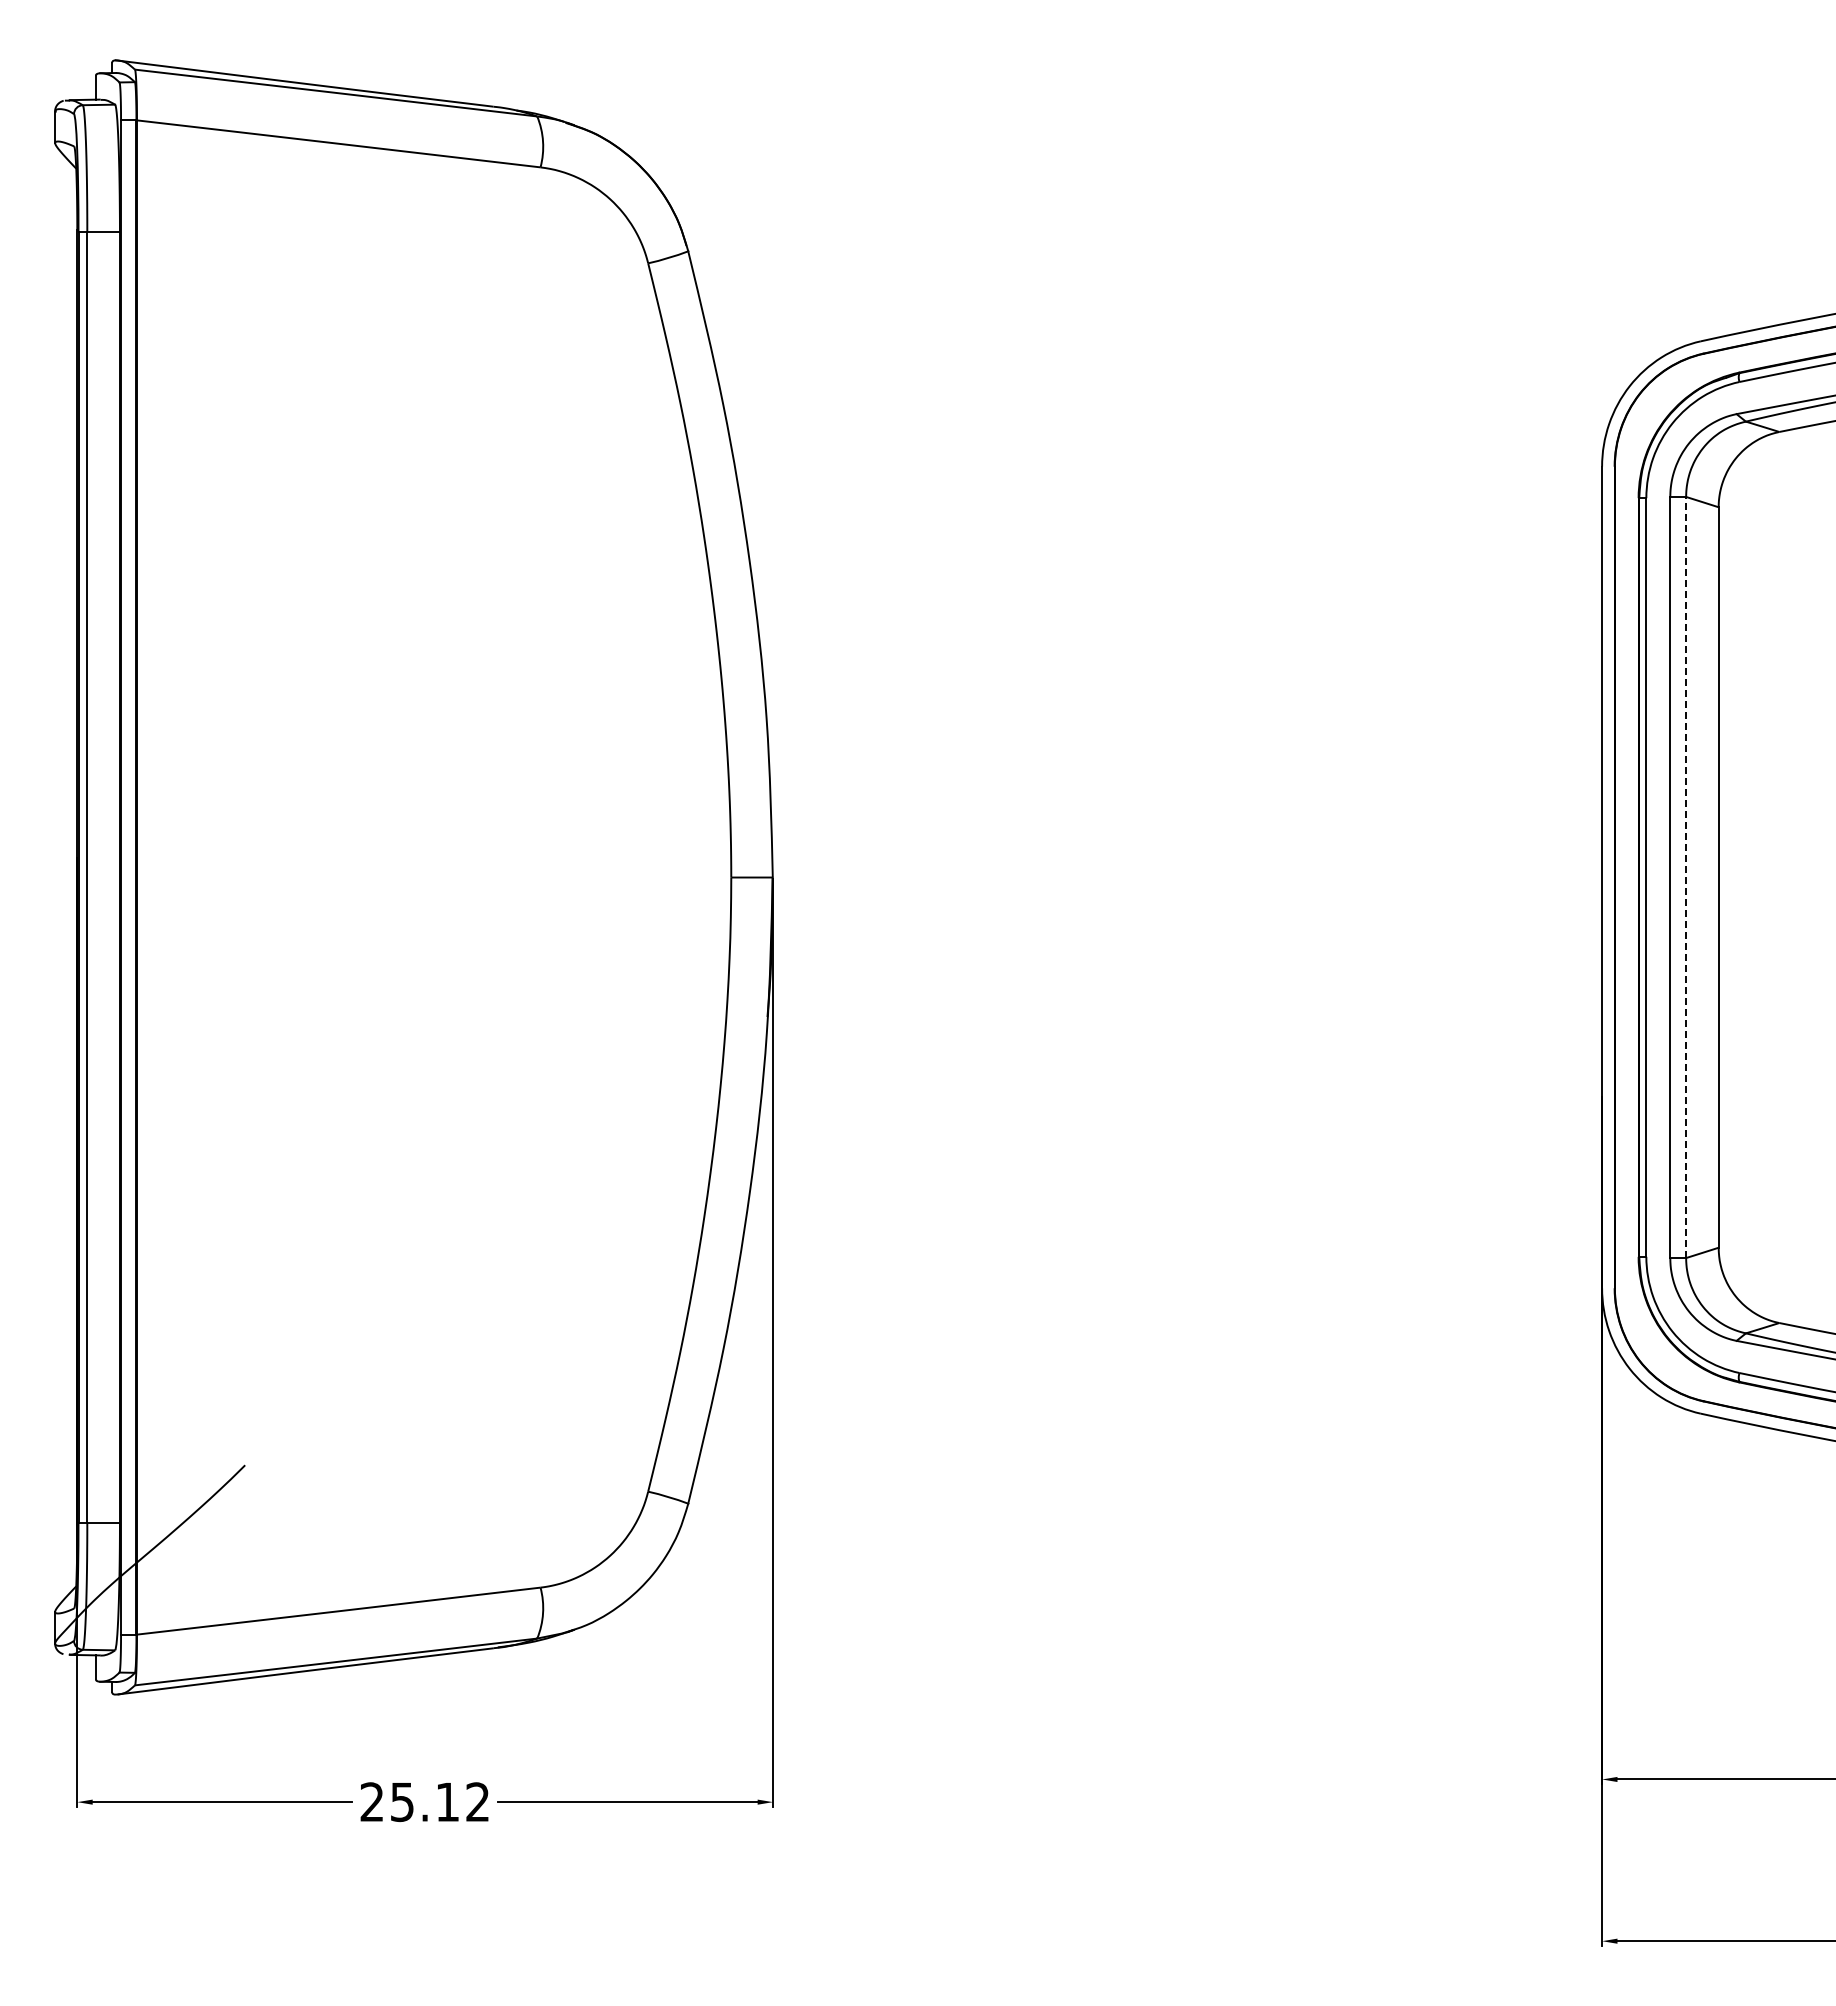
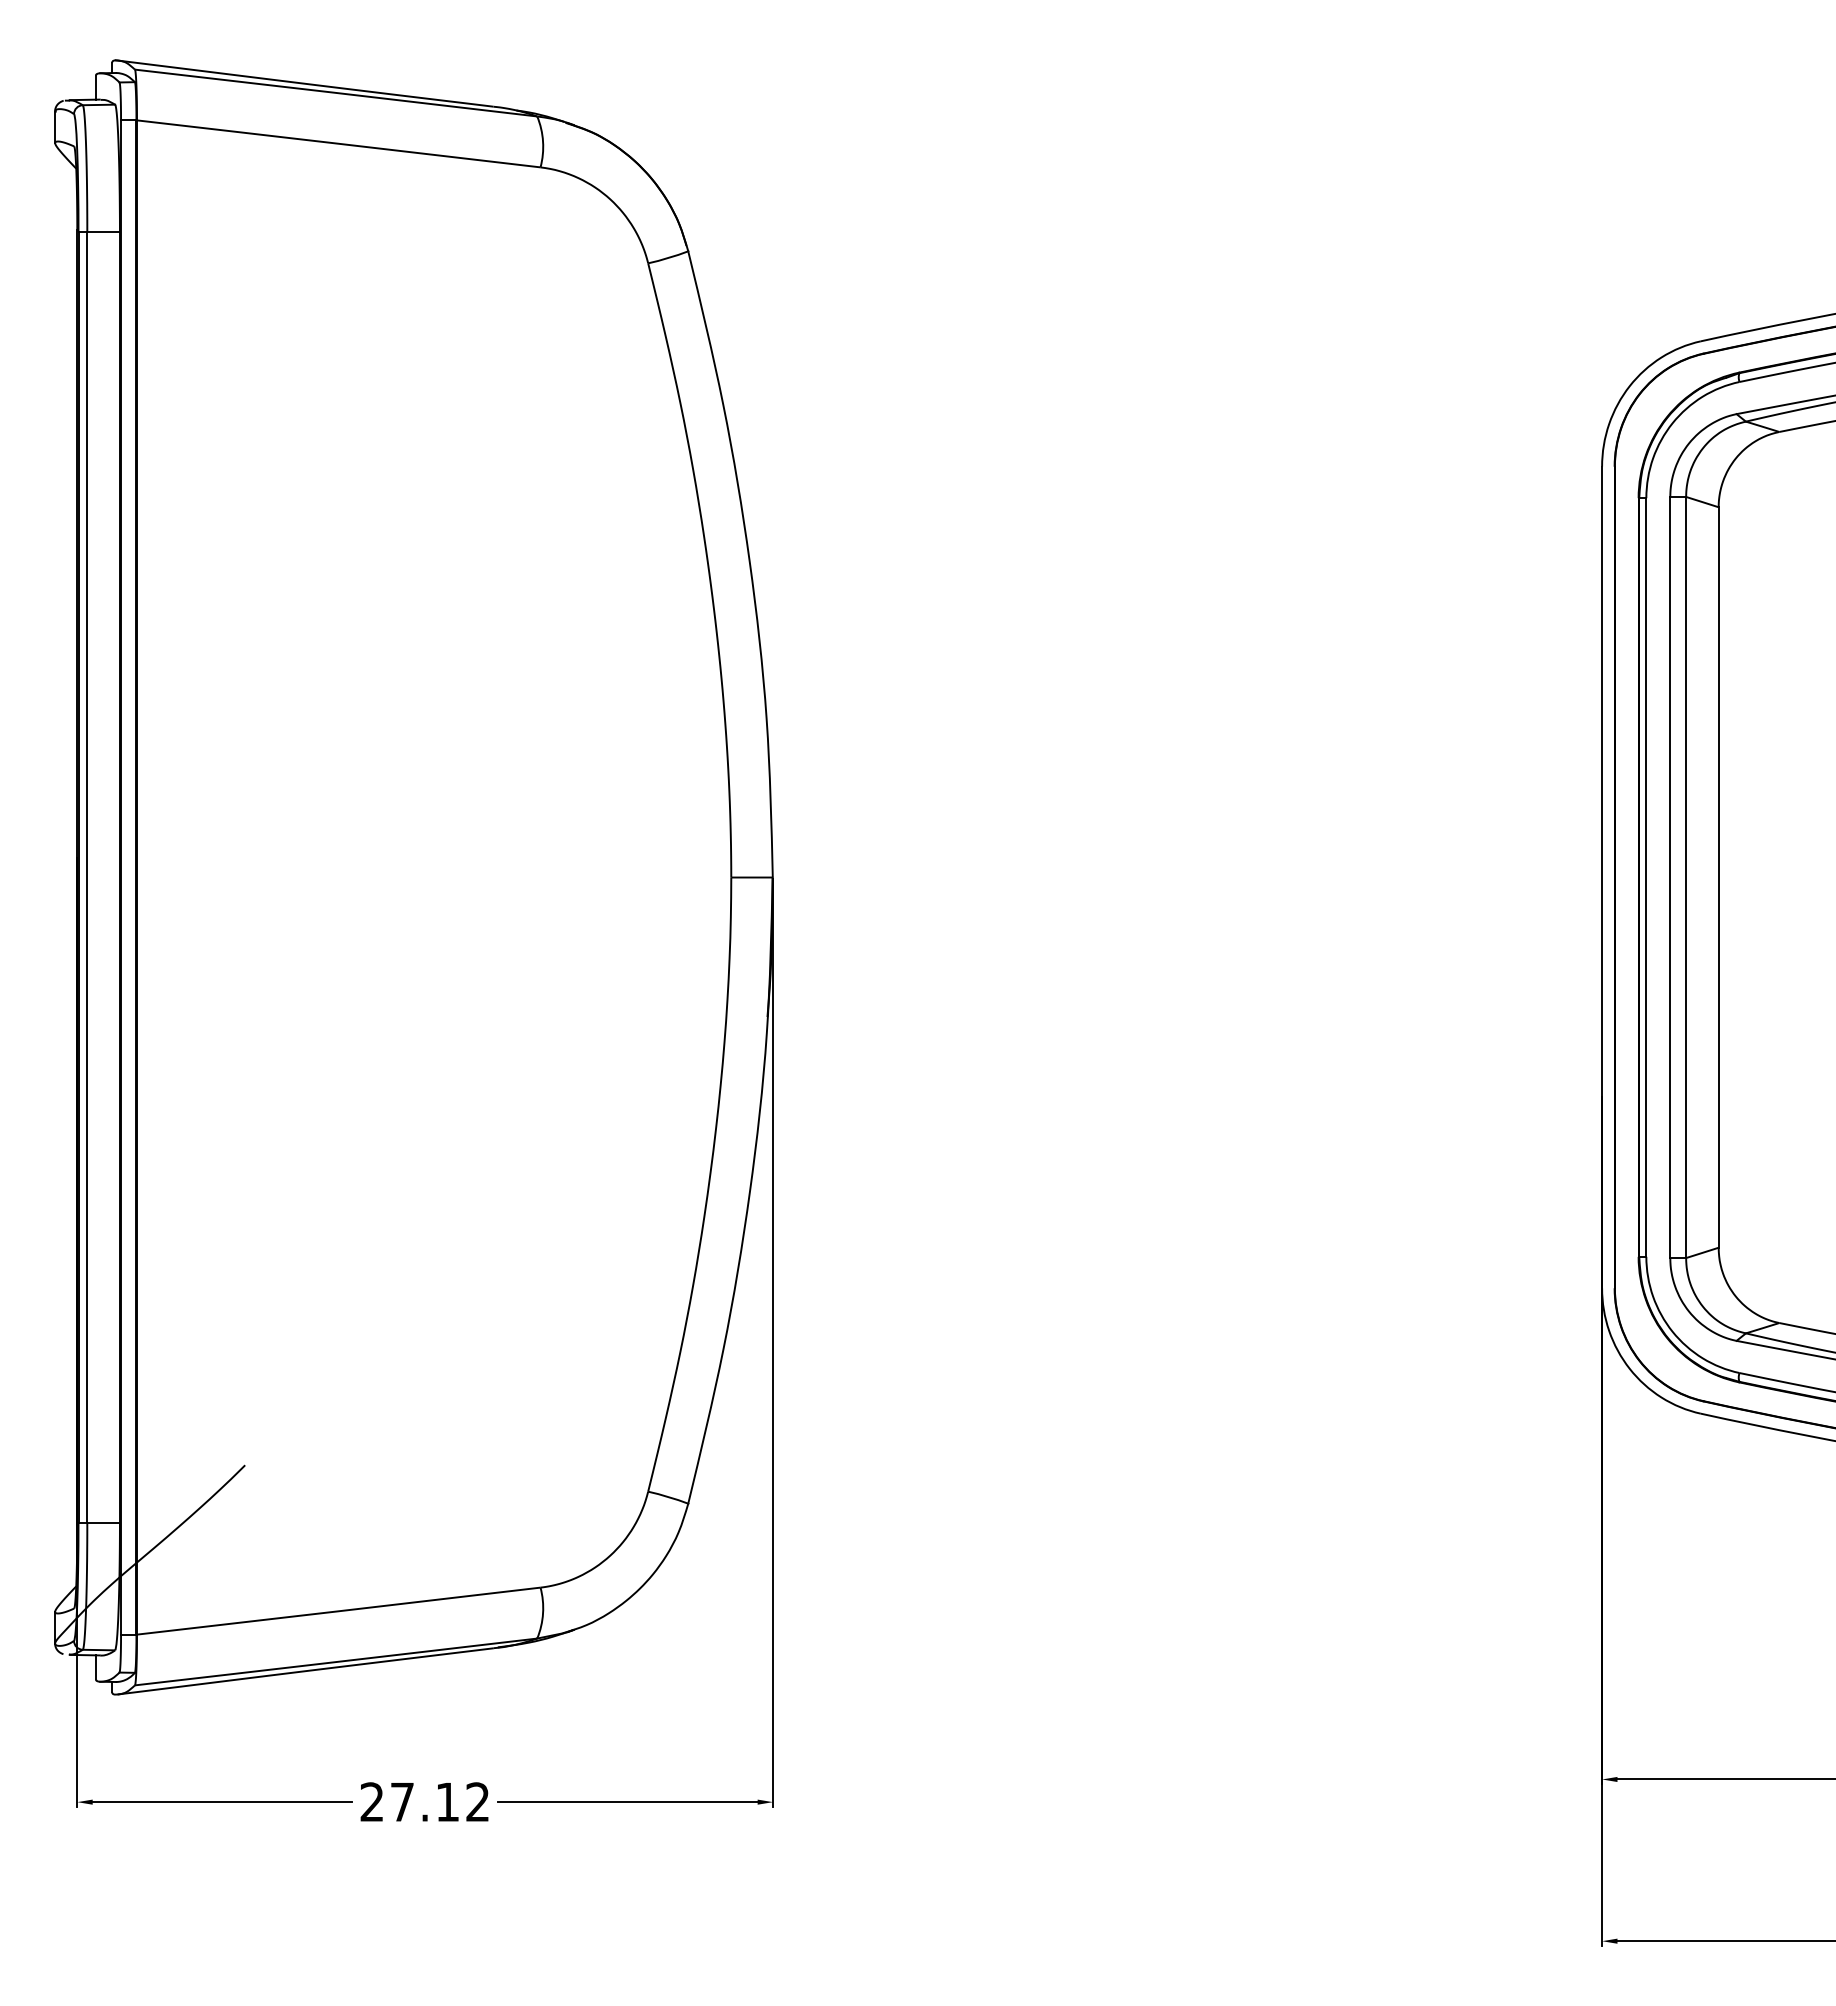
line at (1686, 877): dashed -> solid
text at (402, 1802): 25.12 -> 27.12
